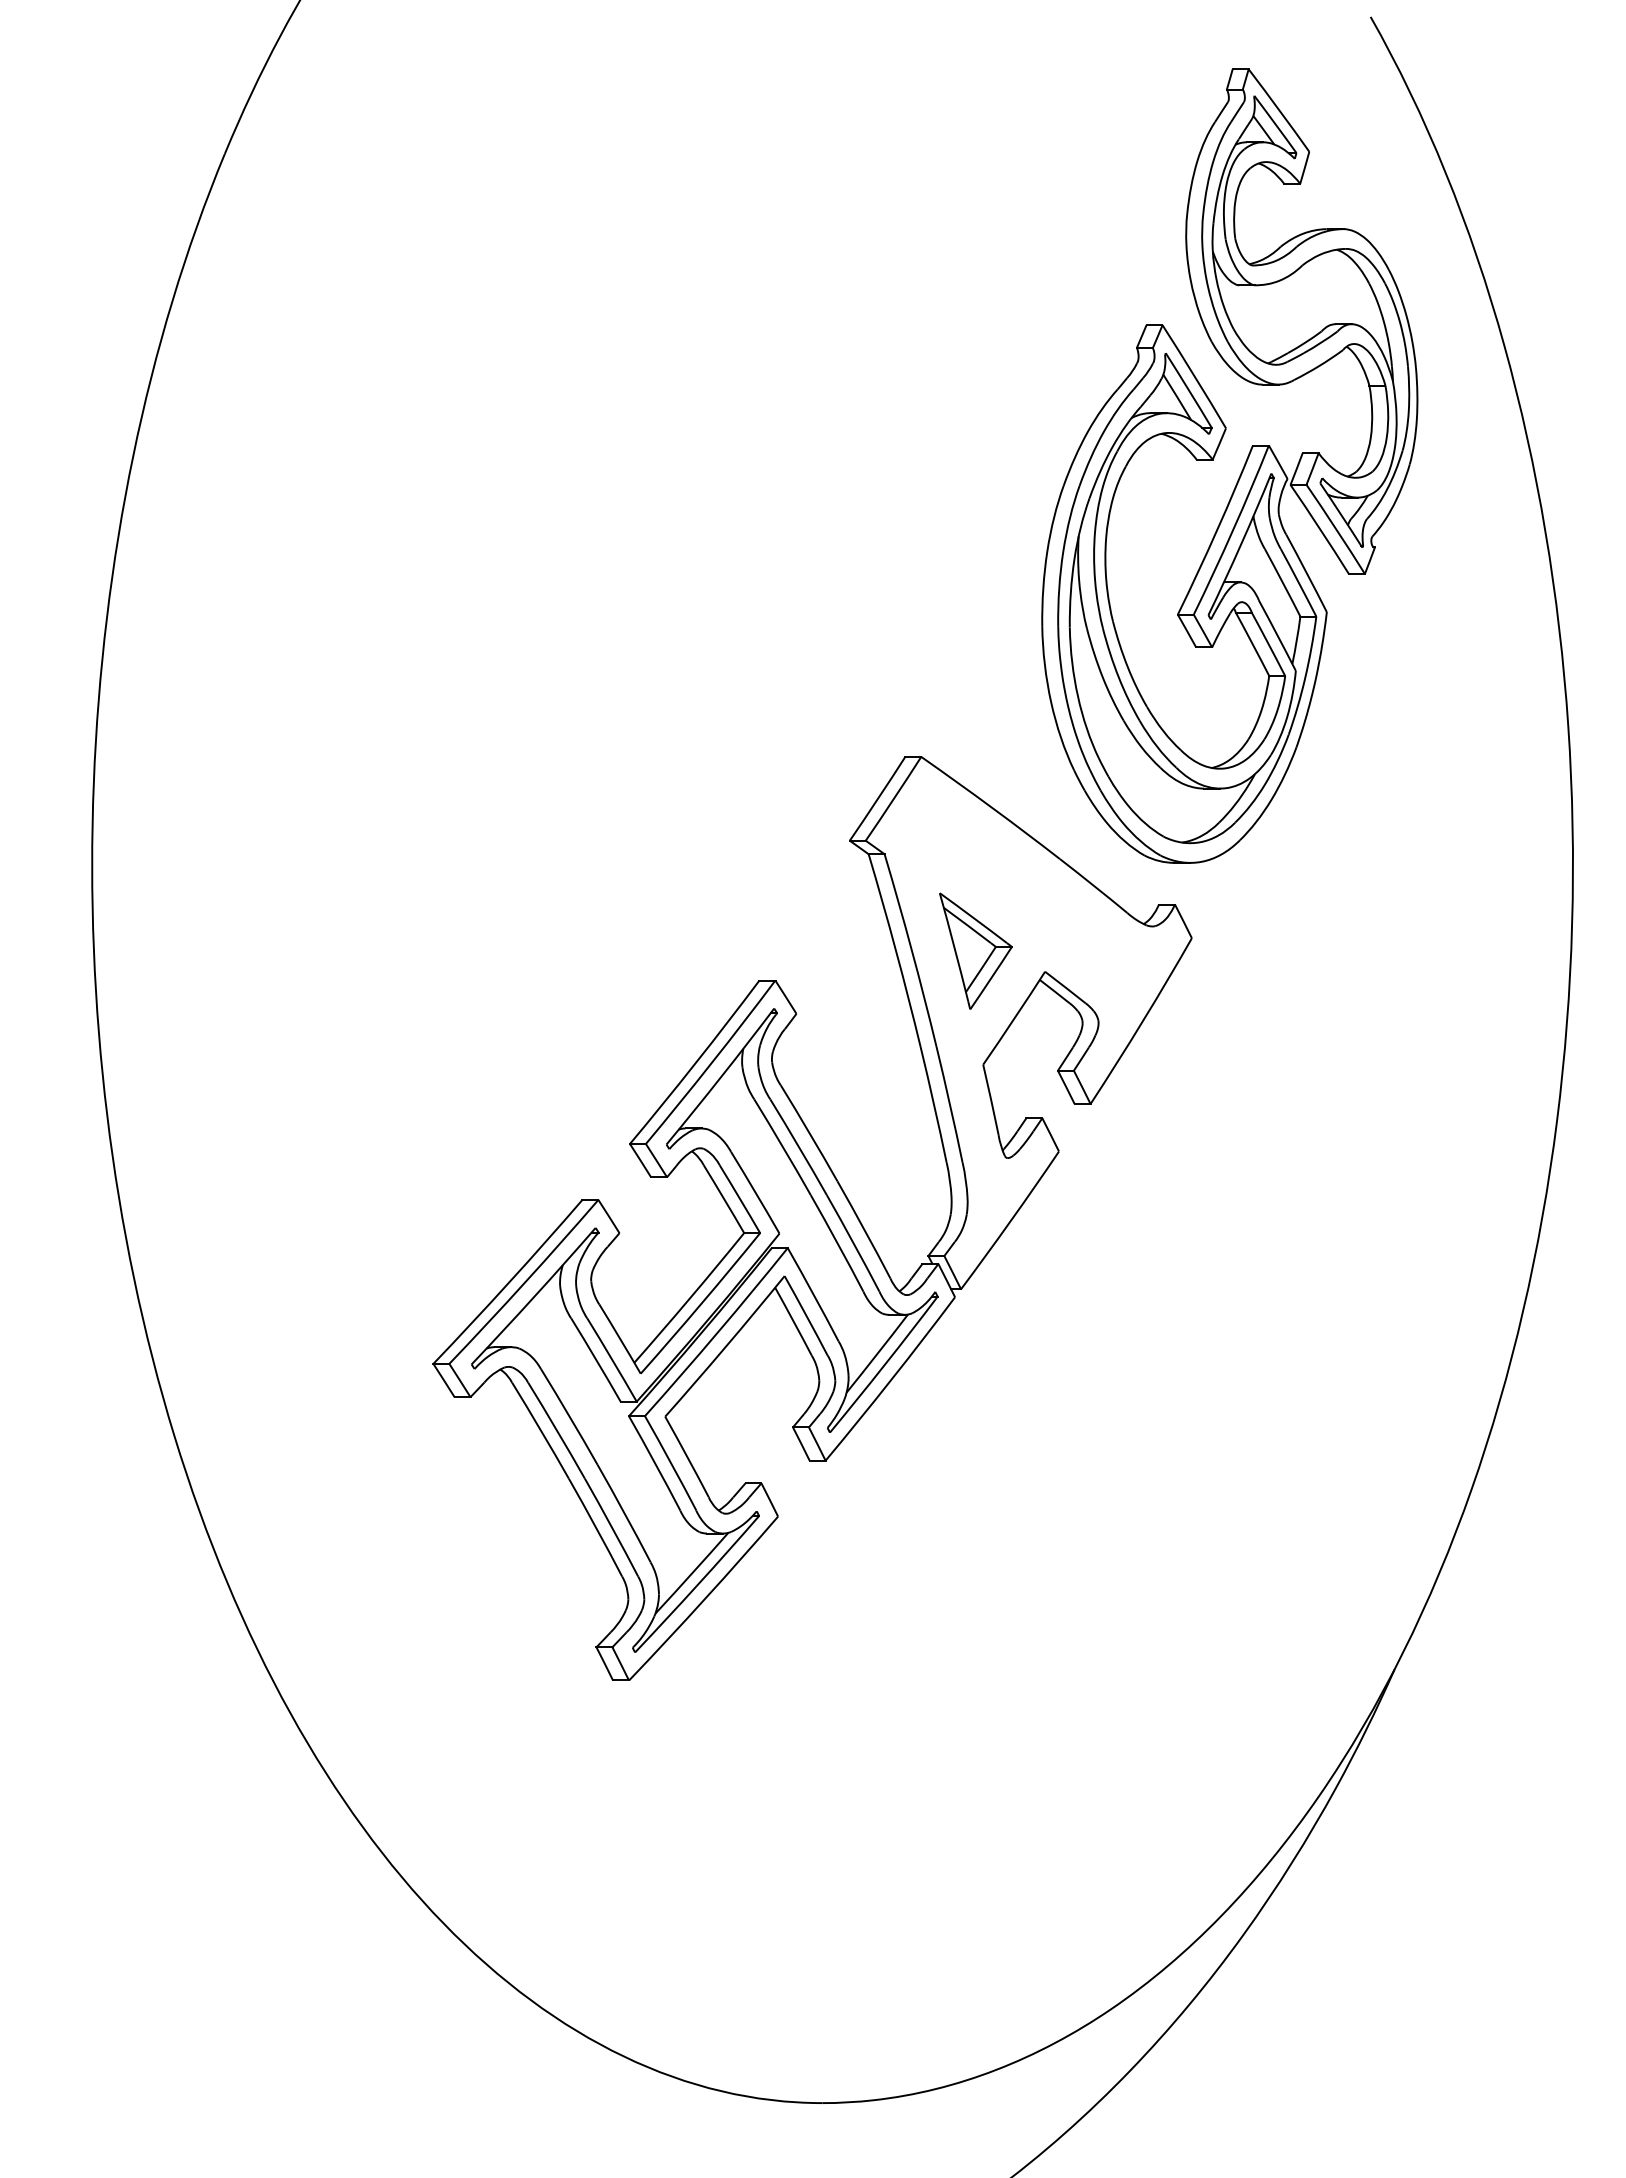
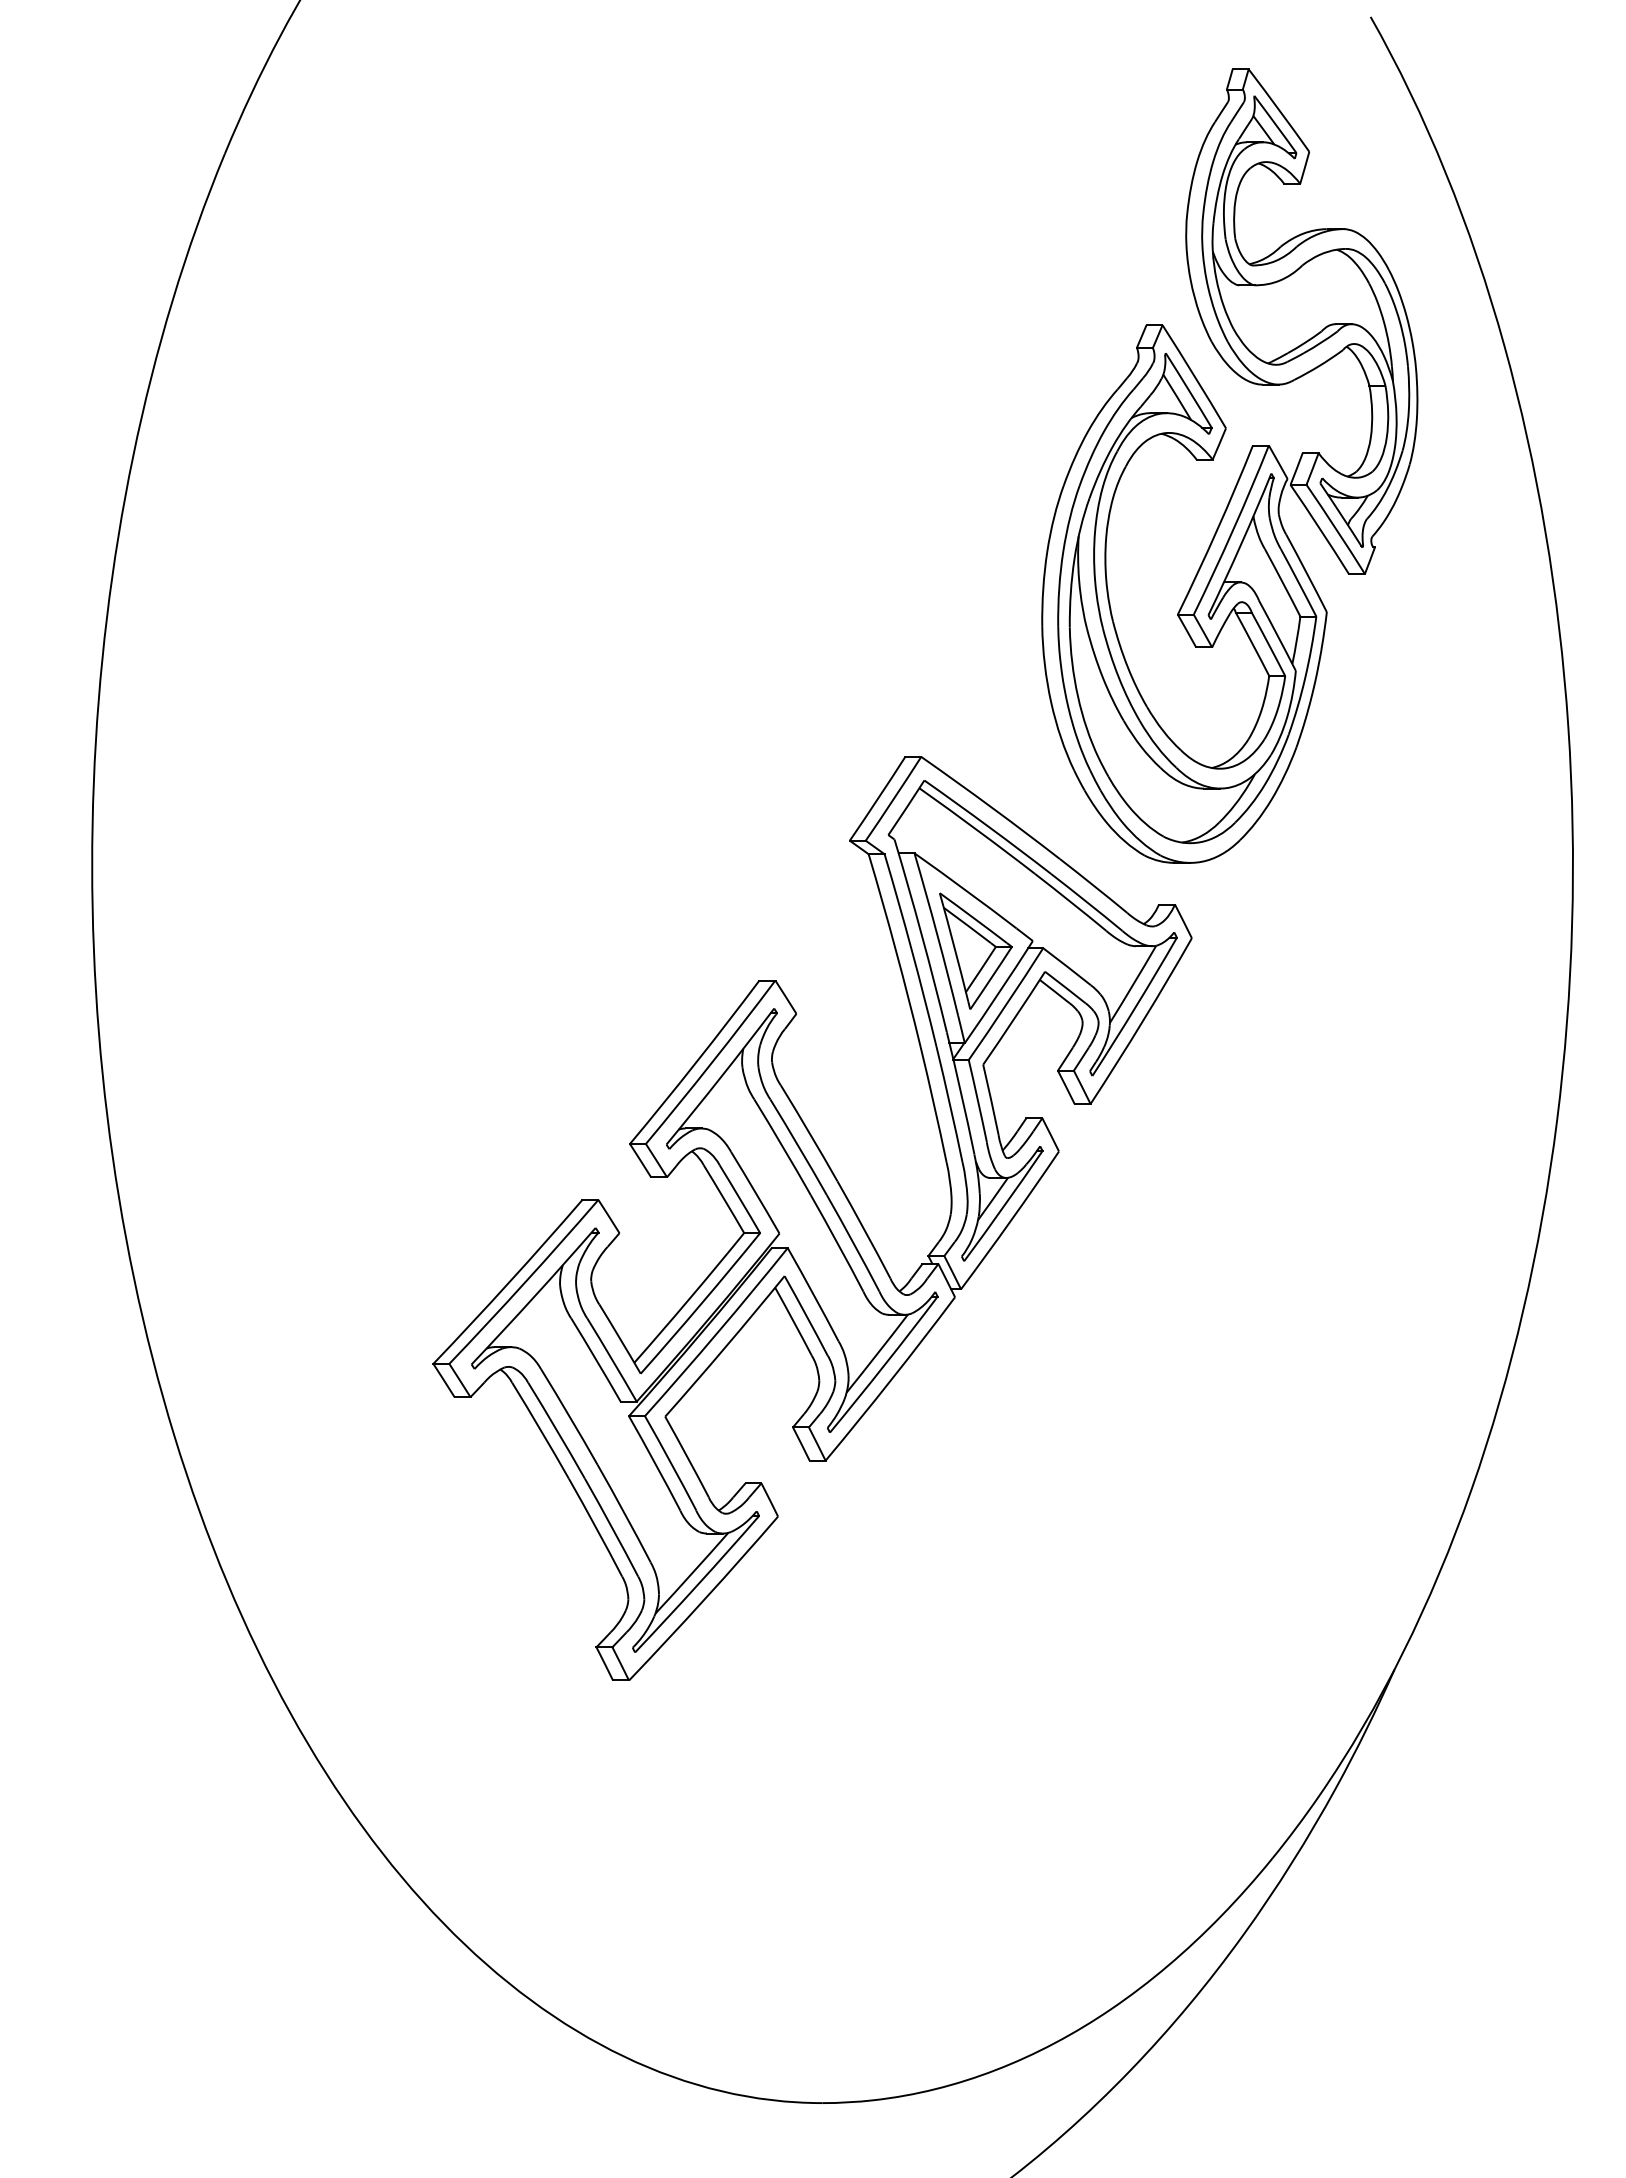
part at (1008, 1003): none -> present
